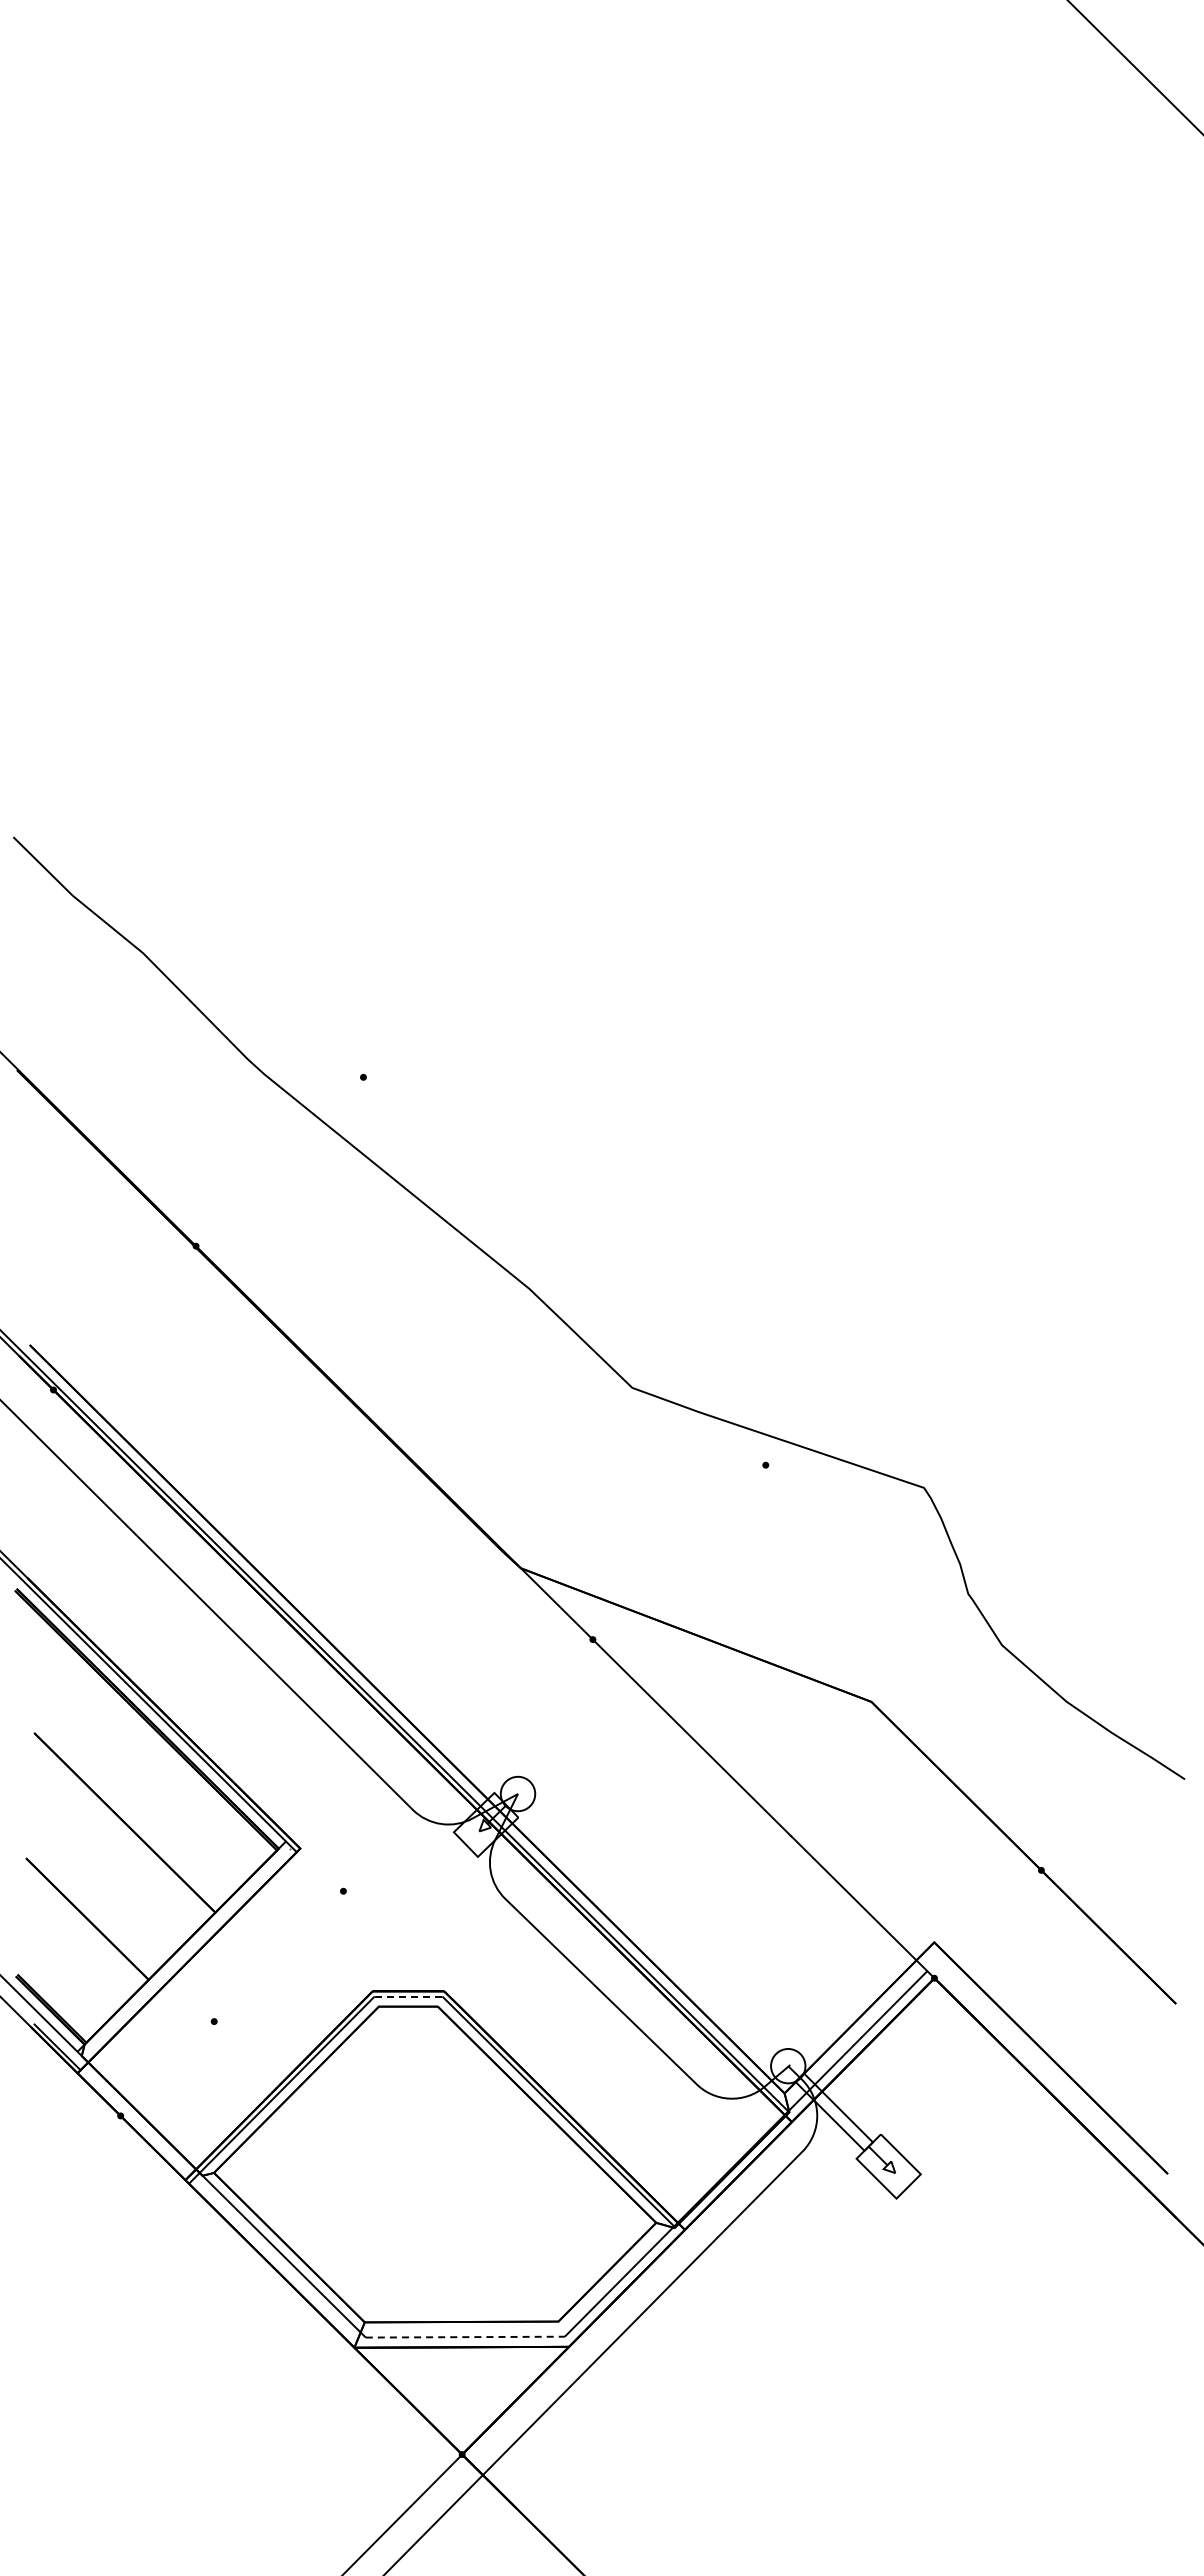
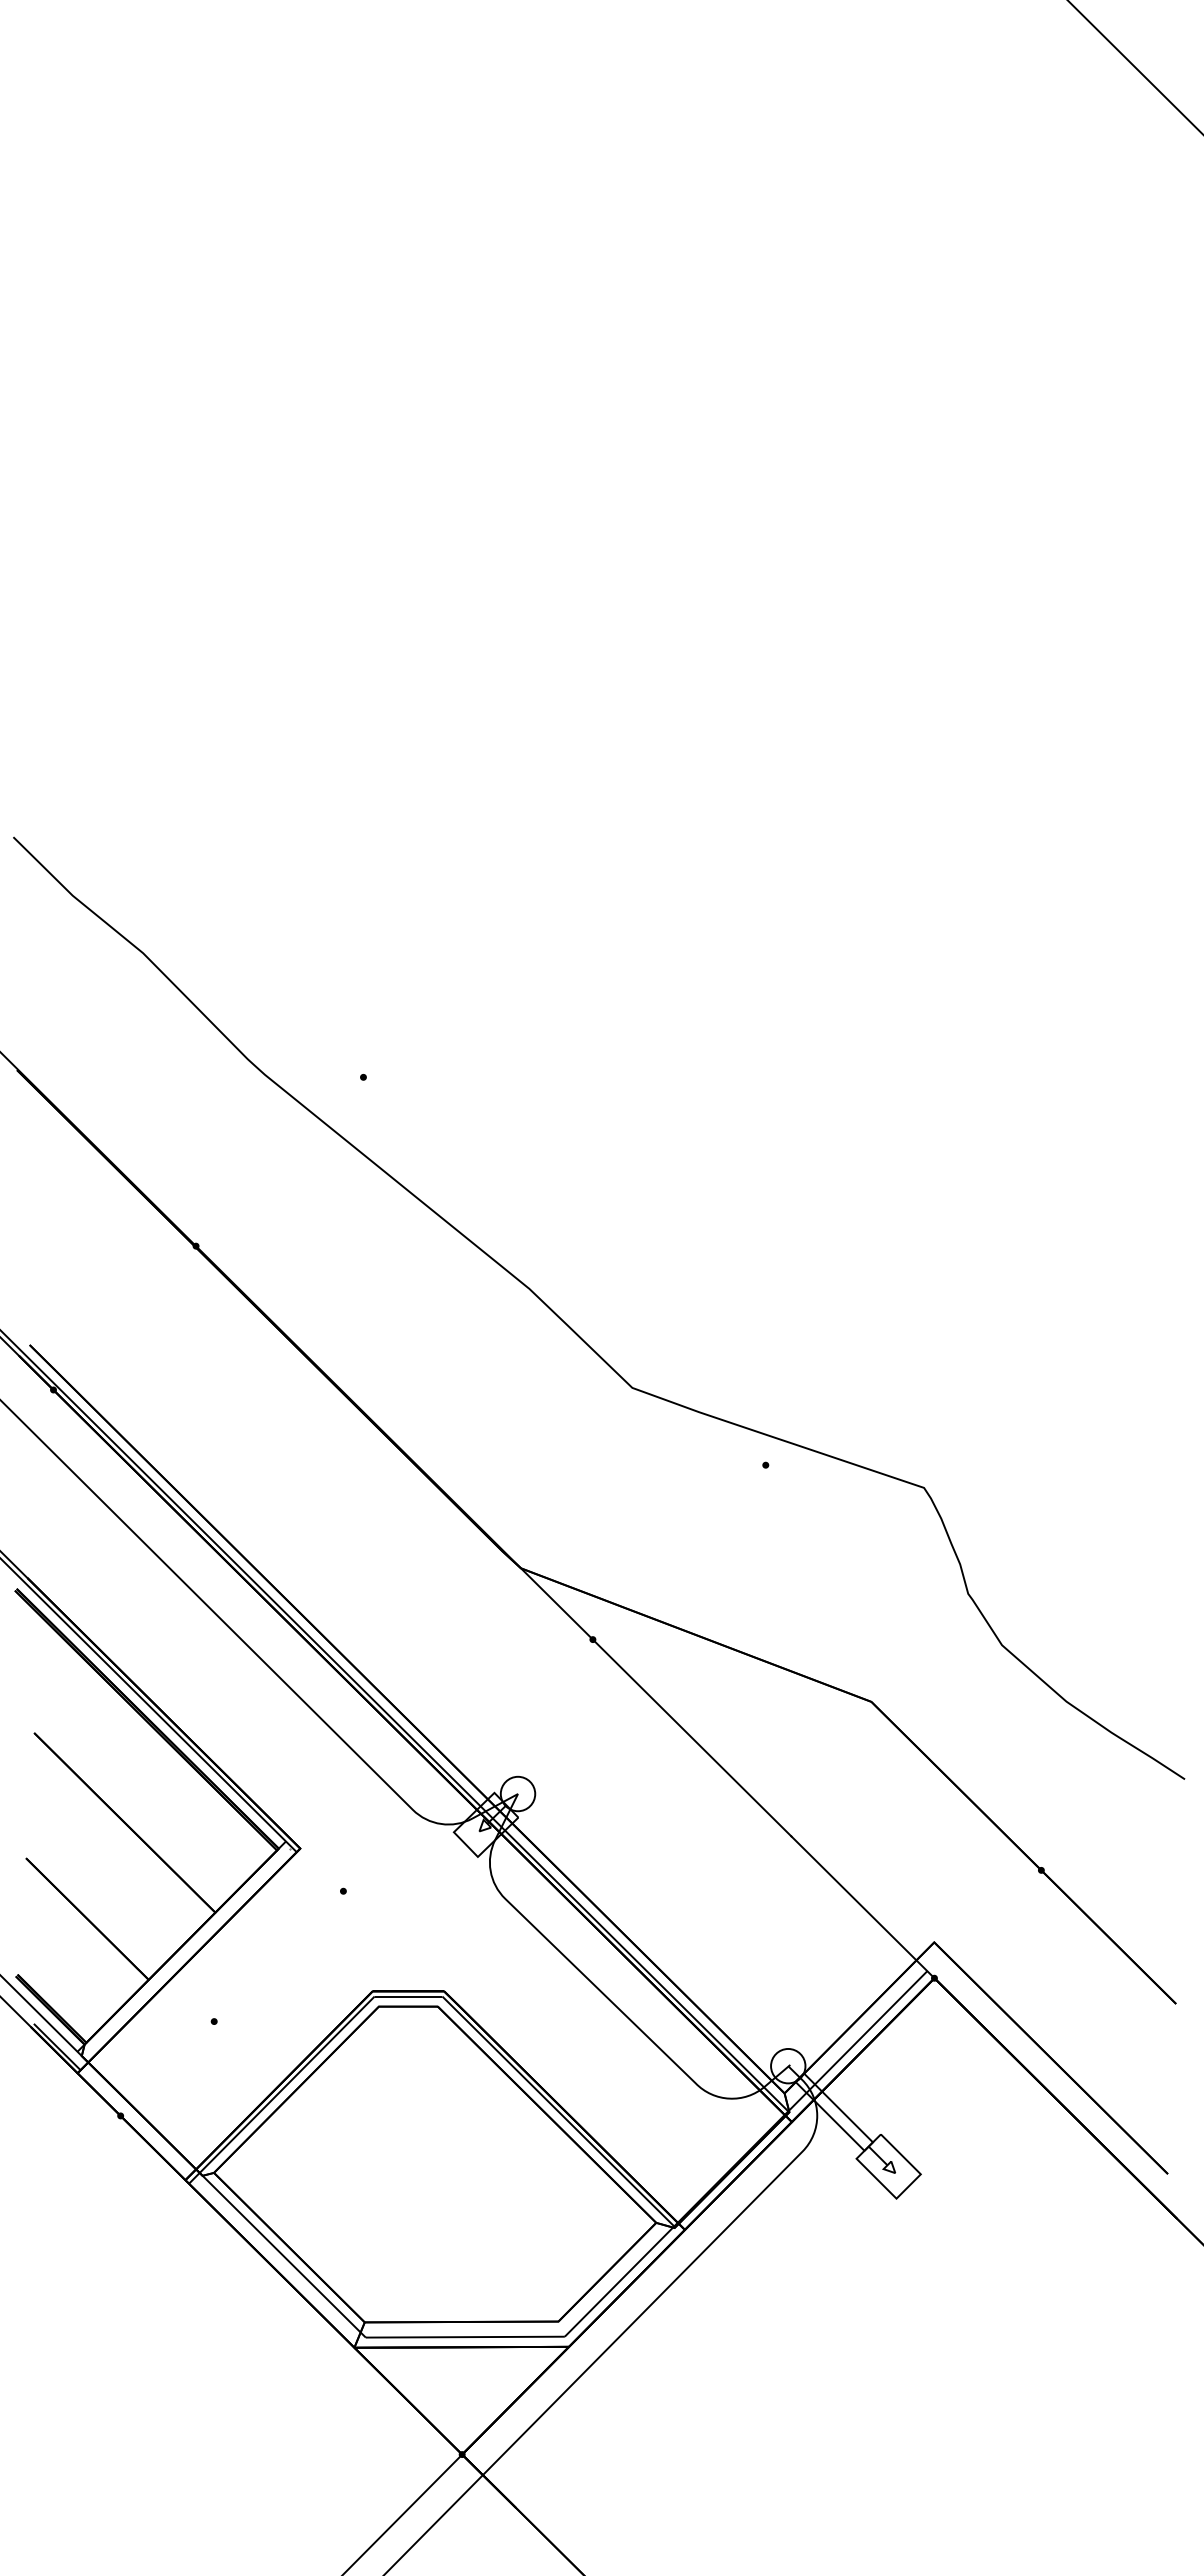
line at (408, 1996): dashed -> solid
line at (465, 2337): dashed -> solid
